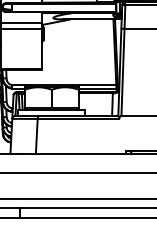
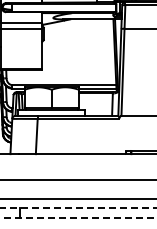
line at (77, 173) position: (77, 173) -> (77, 180)
line at (78, 208): solid -> dashed
line at (78, 217): solid -> dashed
